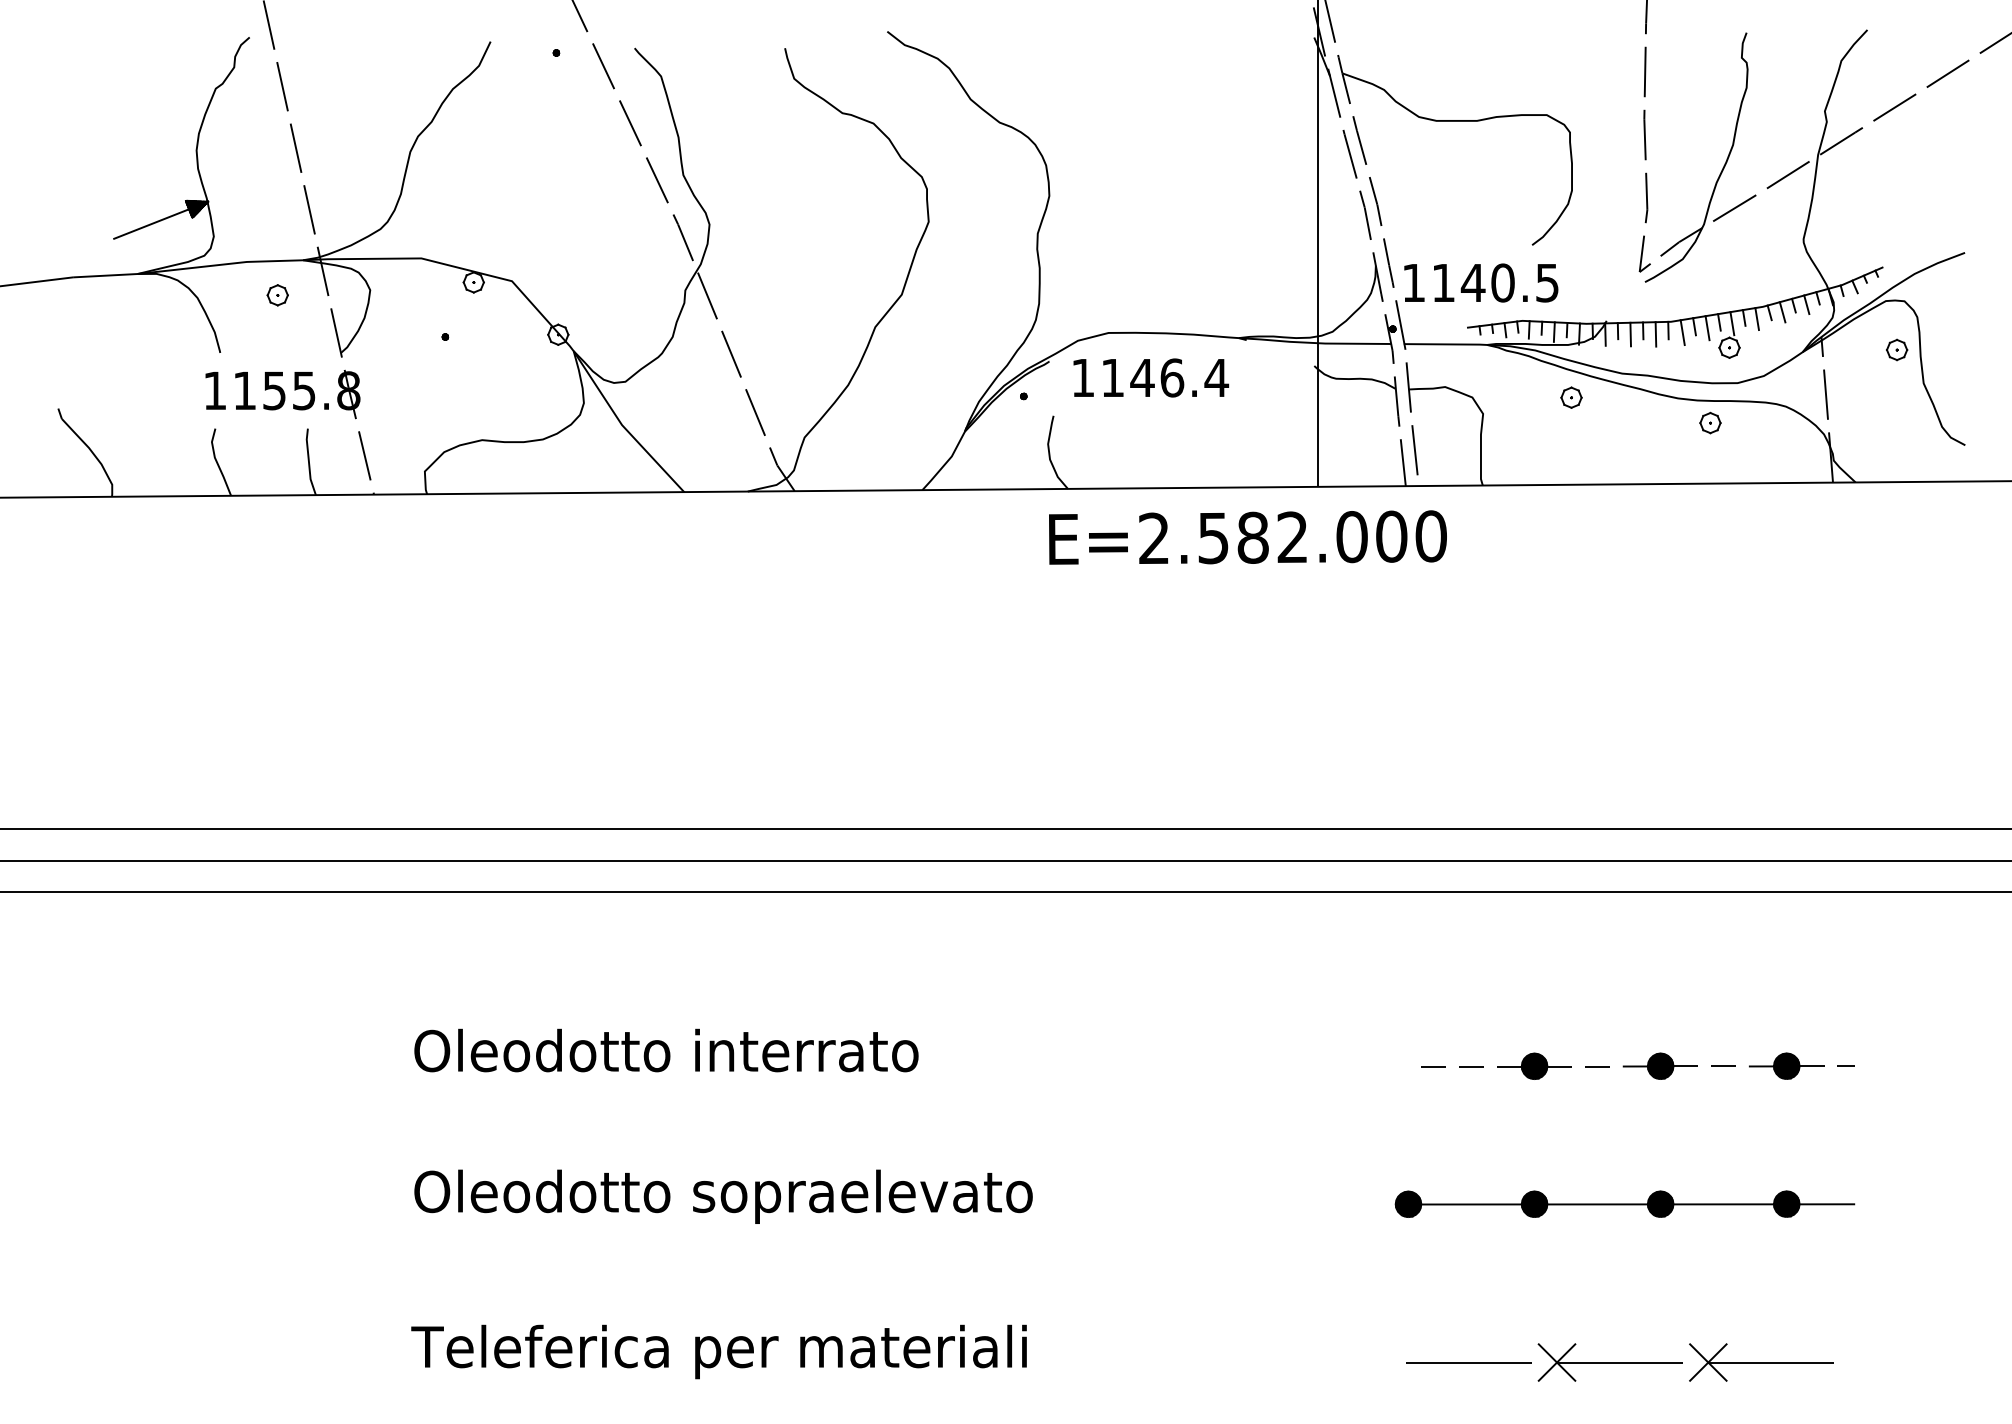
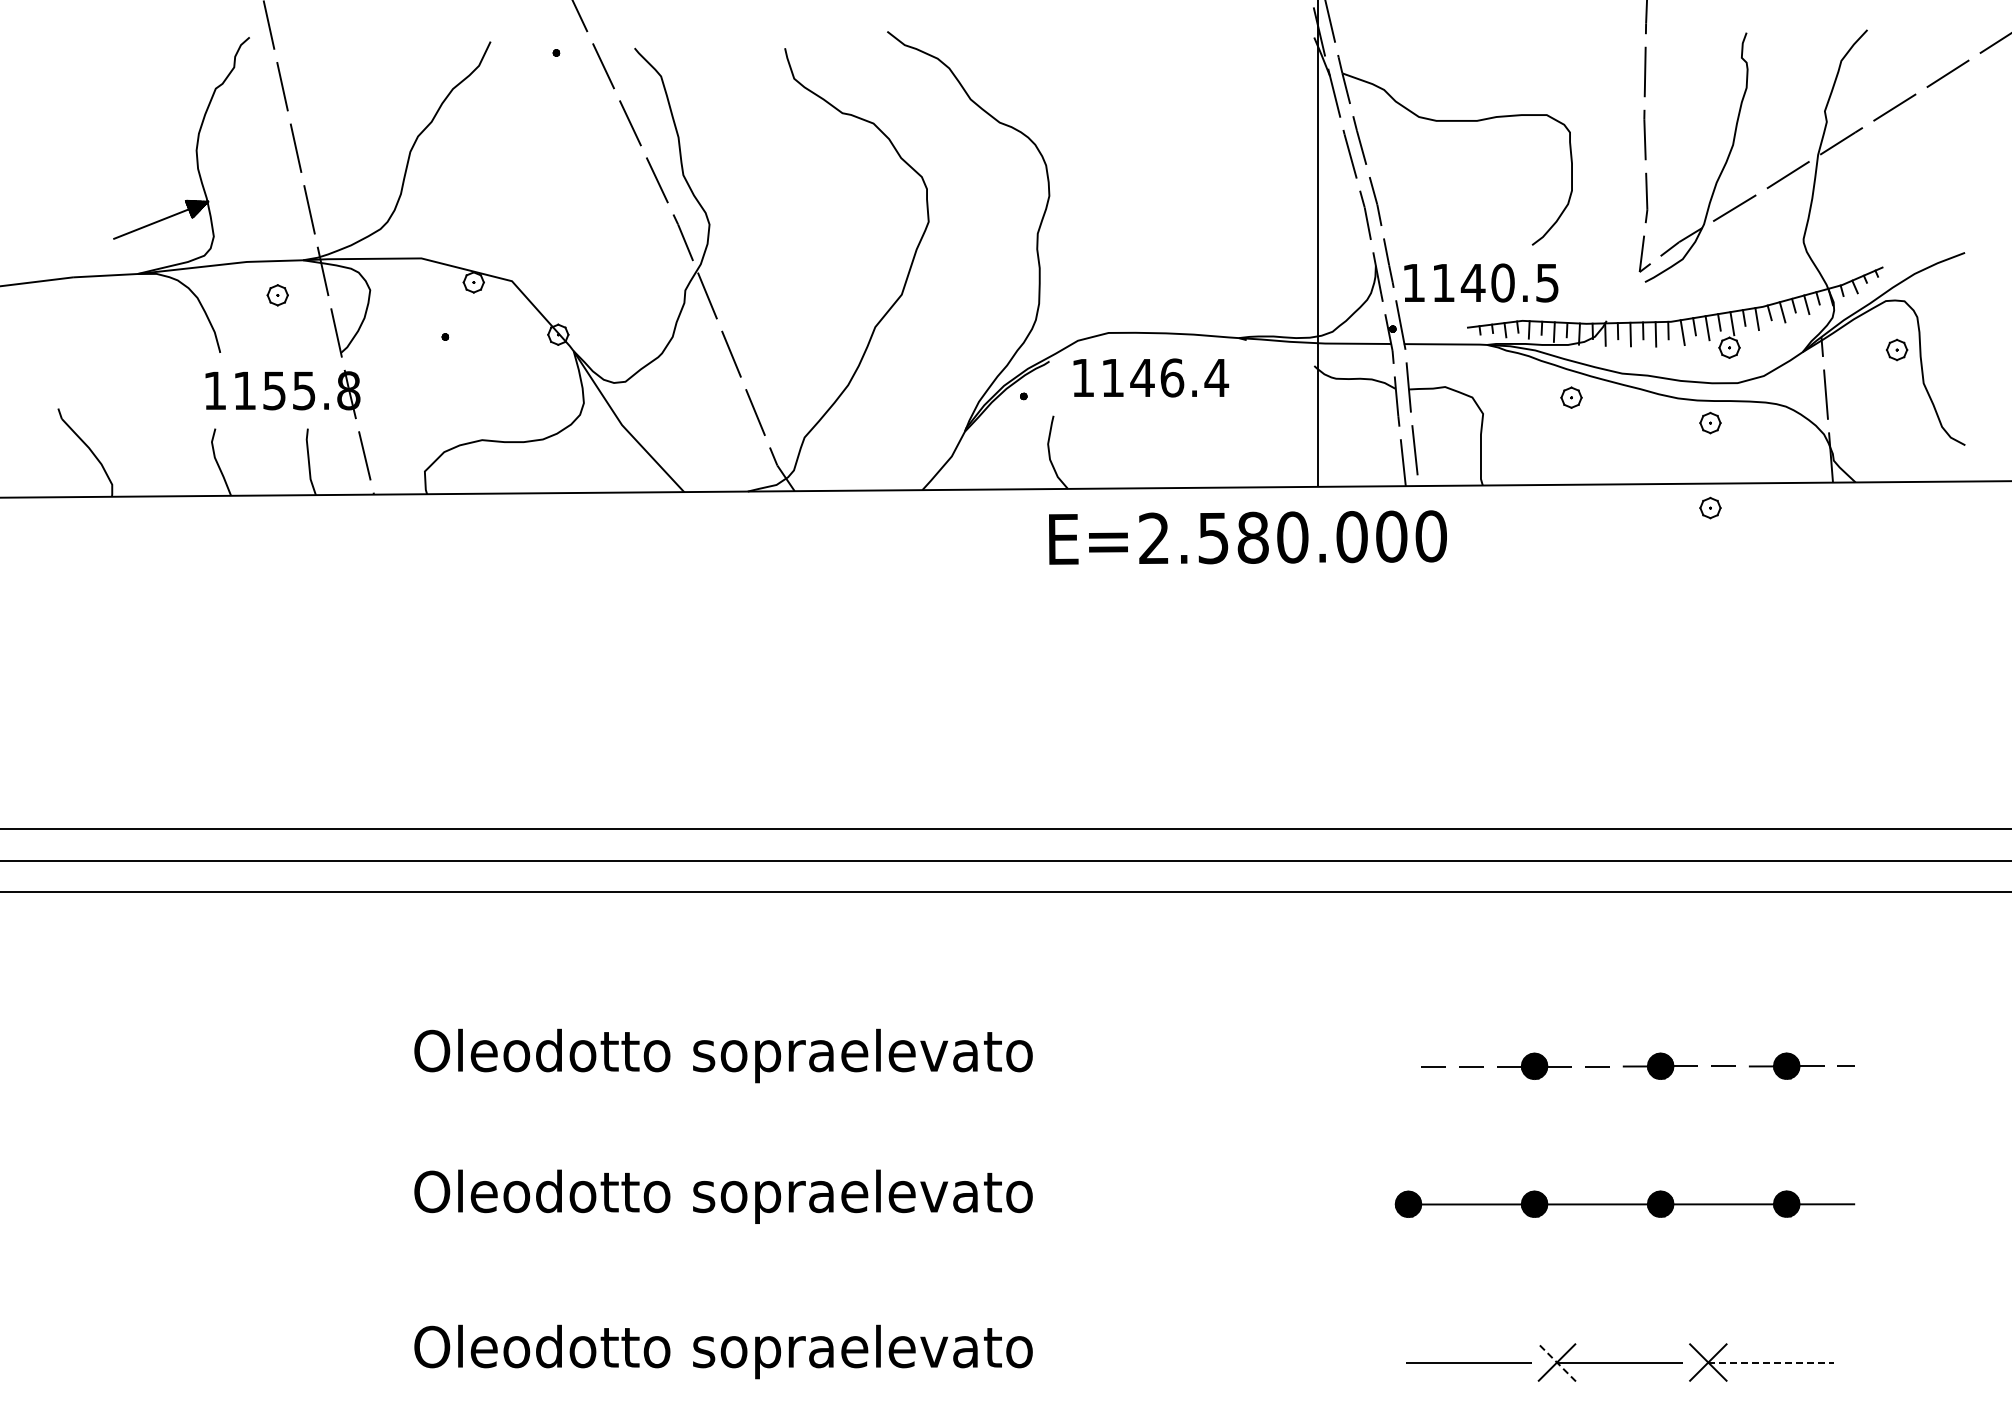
part at (1710, 507): none -> present
text at (1292, 537): E=2.582.000 -> E=2.580.000
text at (862, 1055): Oleodotto interrato -> Oleodotto sopraelevato
text at (721, 1351): Teleferica per materiali -> Oleodotto sopraelevato
line at (1557, 1362): solid -> dashed
line at (1771, 1362): solid -> dashed
